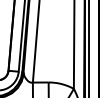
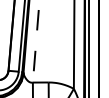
line at (36, 41): solid -> dashed
